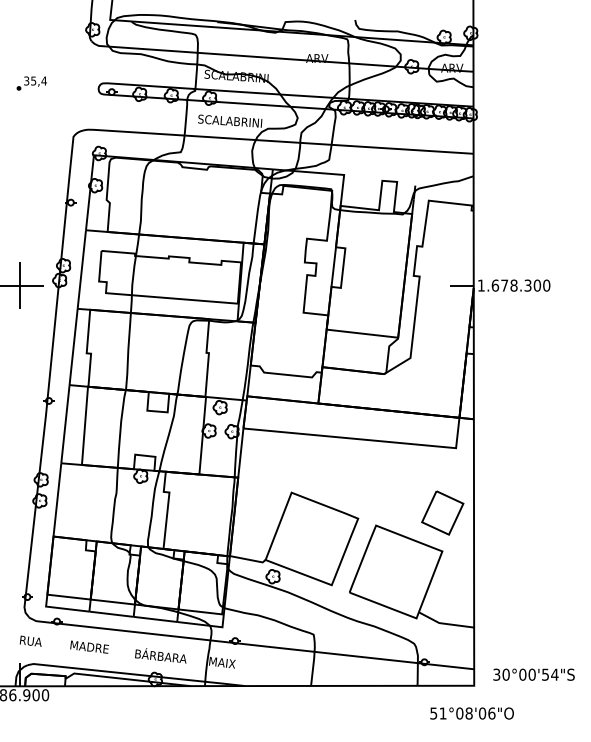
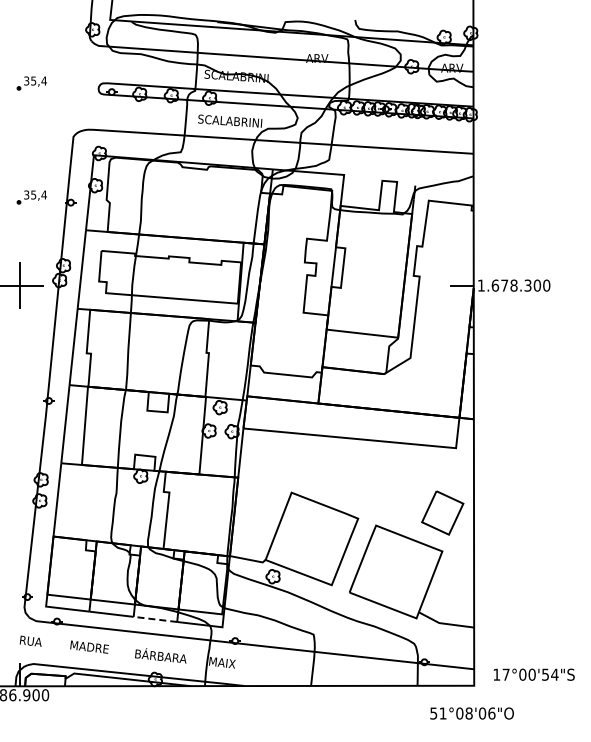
part at (31, 197): none -> present
line at (155, 619): solid -> dashed
text at (501, 674): 30°00'54"S -> 17°00'54"S
